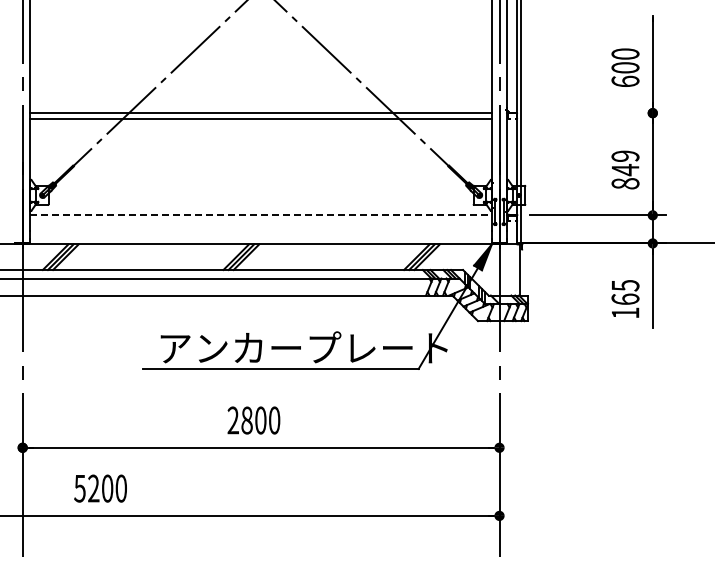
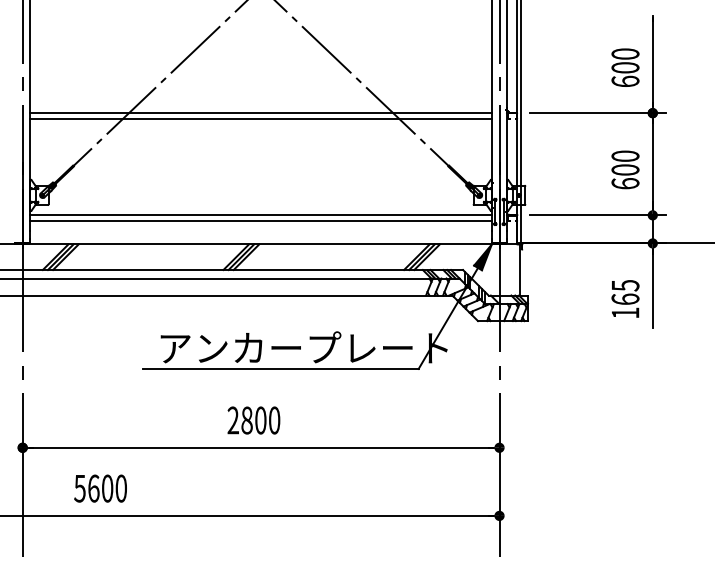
line at (598, 113): none -> present
text at (625, 169): 849 -> 600
line at (261, 215): dashed -> solid
line at (260, 220): none -> present
text at (93, 488): 5200 -> 5600
